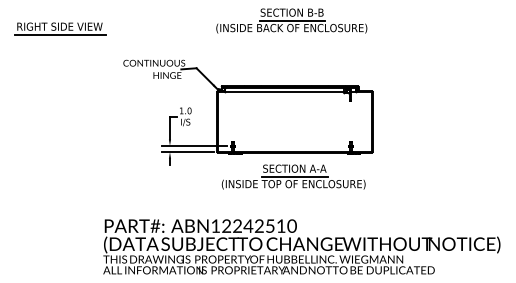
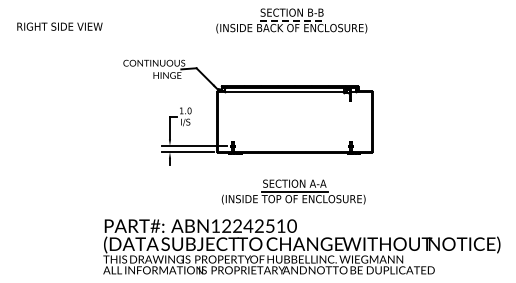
line at (292, 20): solid -> dashed
line at (60, 34): present -> none
part at (293, 176) position: (293, 176) -> (293, 191)
